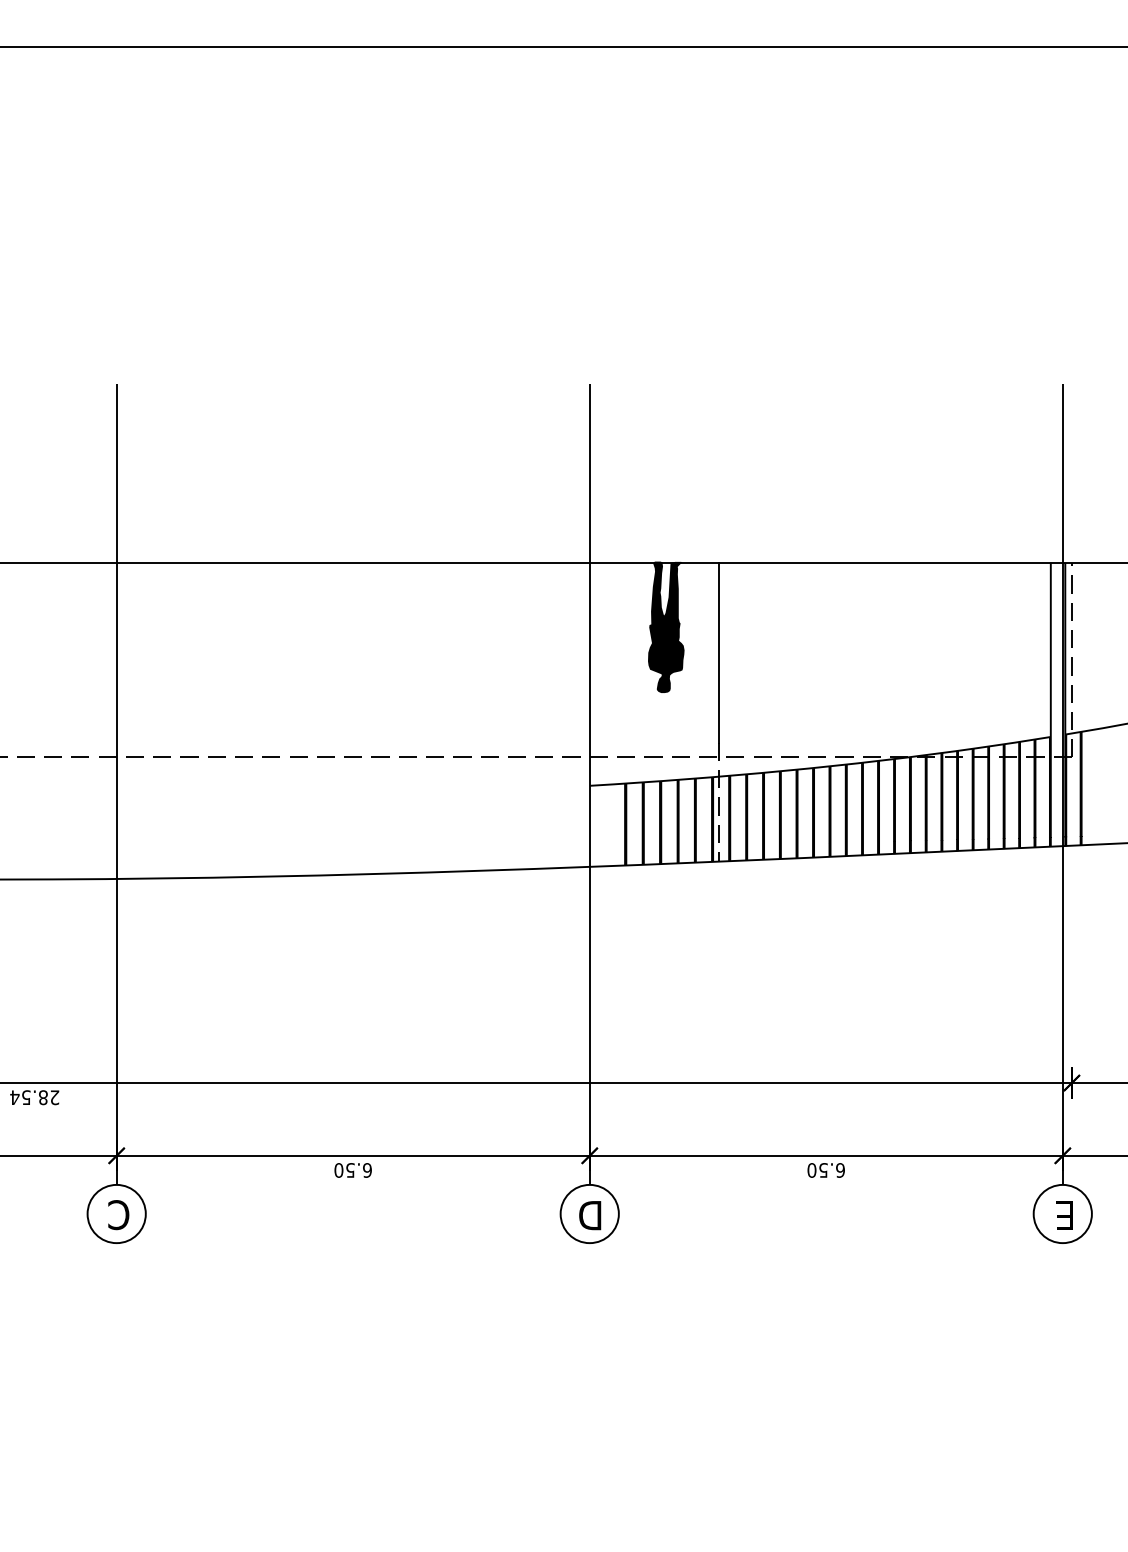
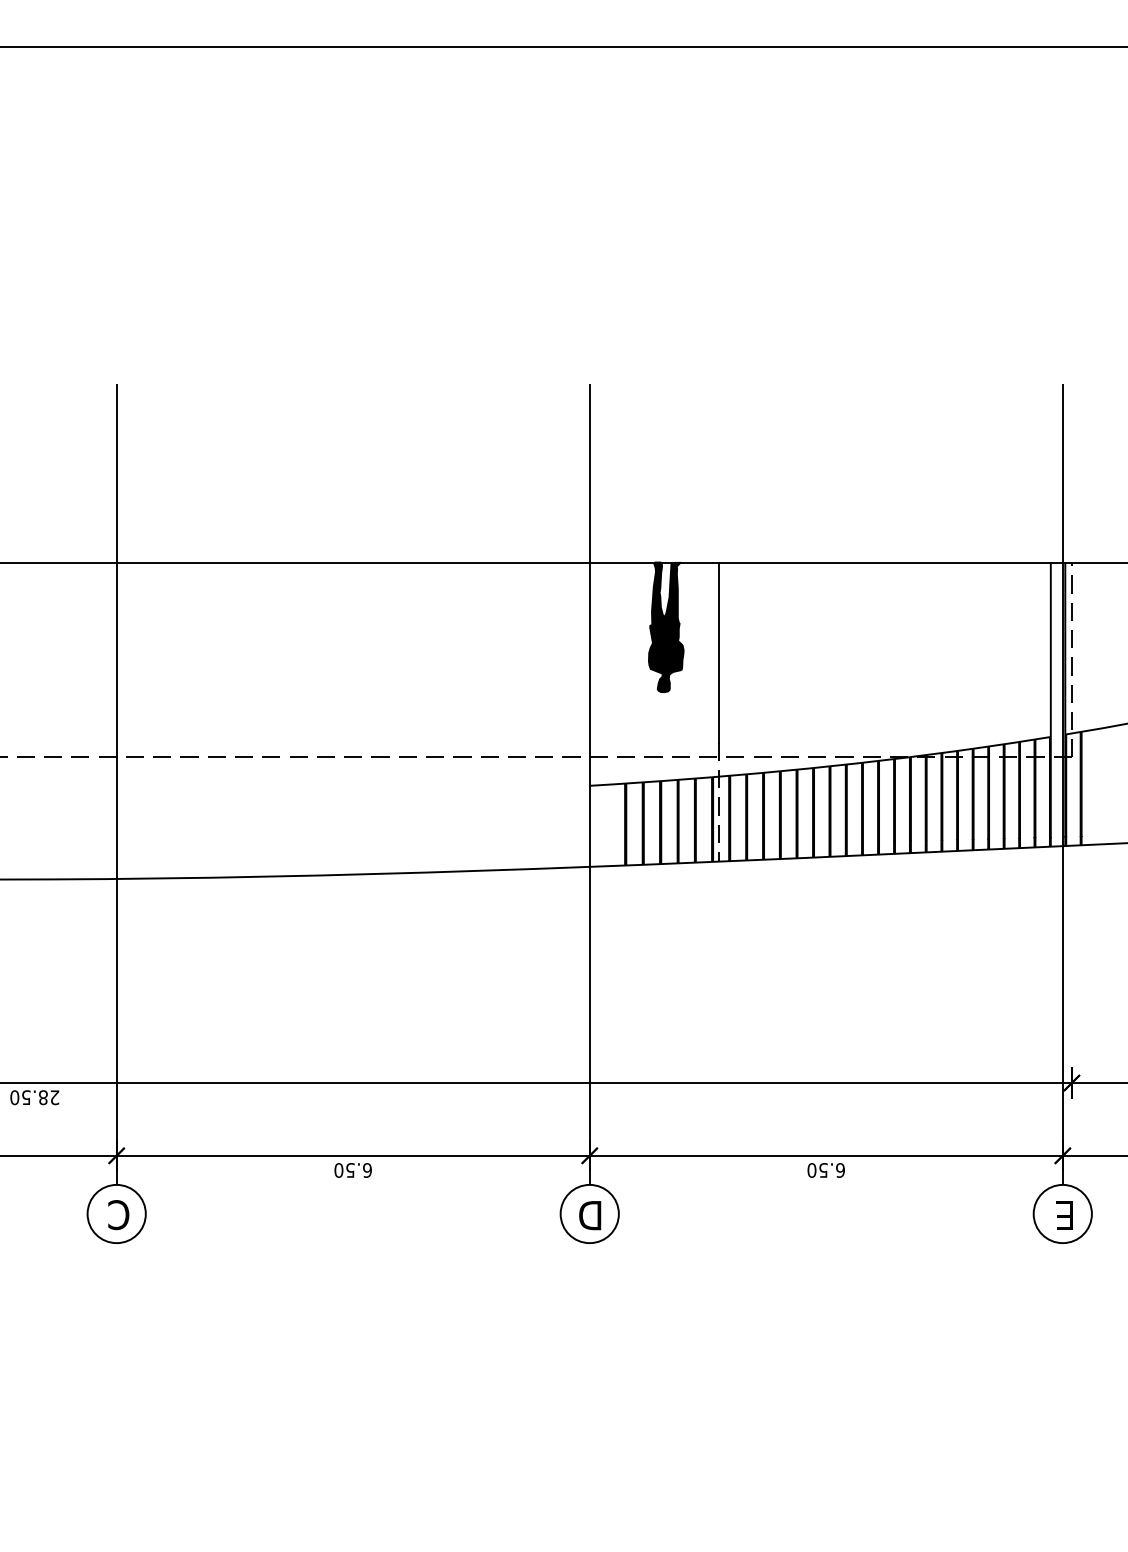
text at (14, 1097): 28.54 -> 28.50
